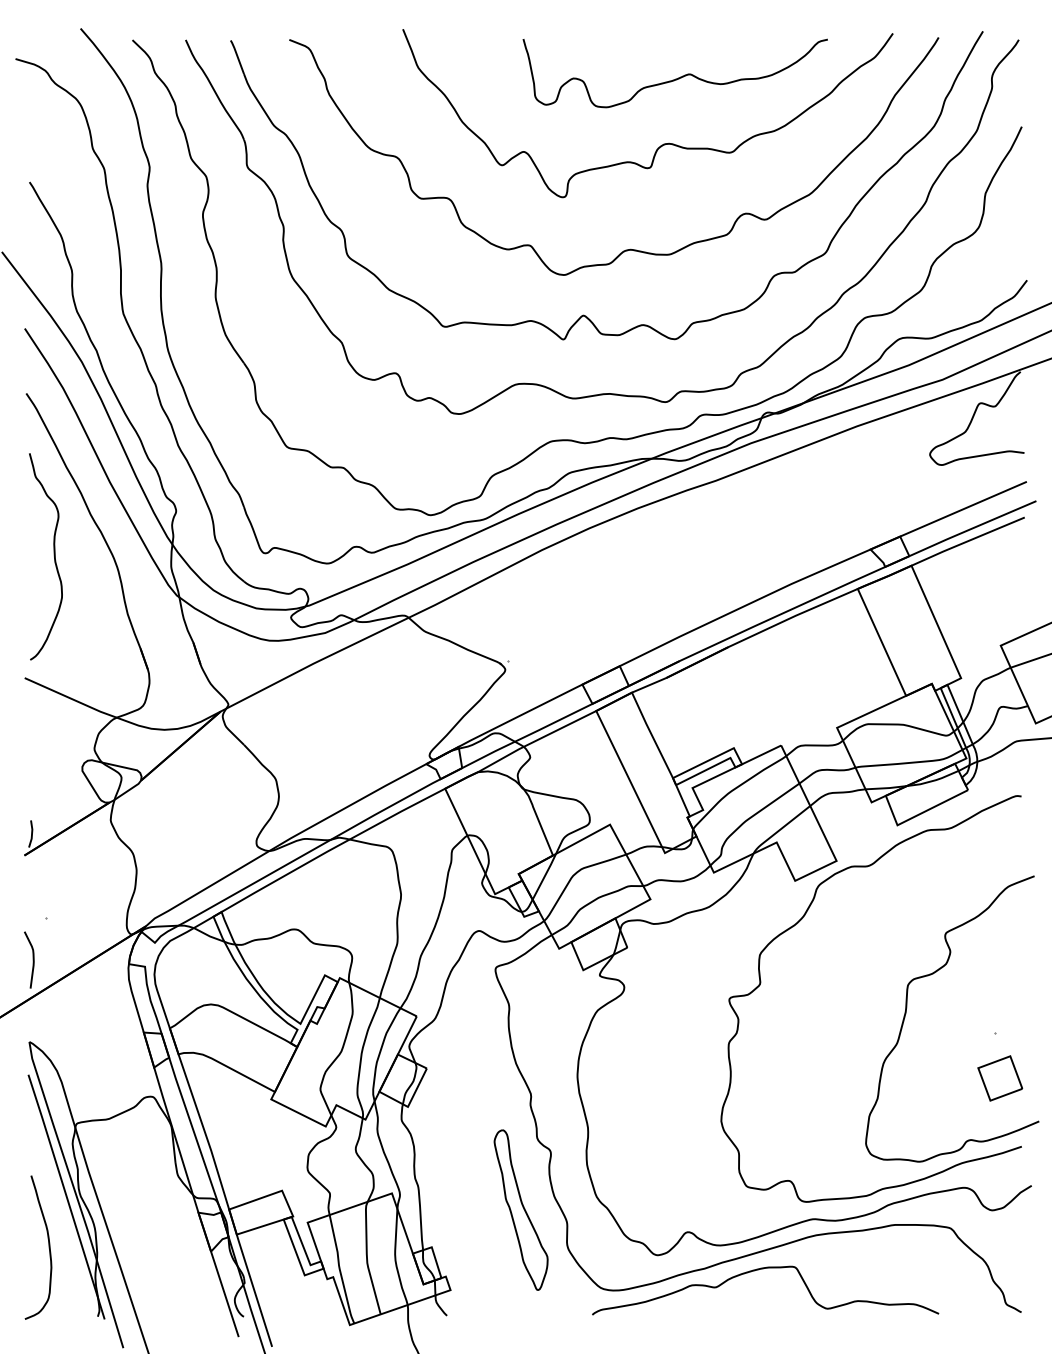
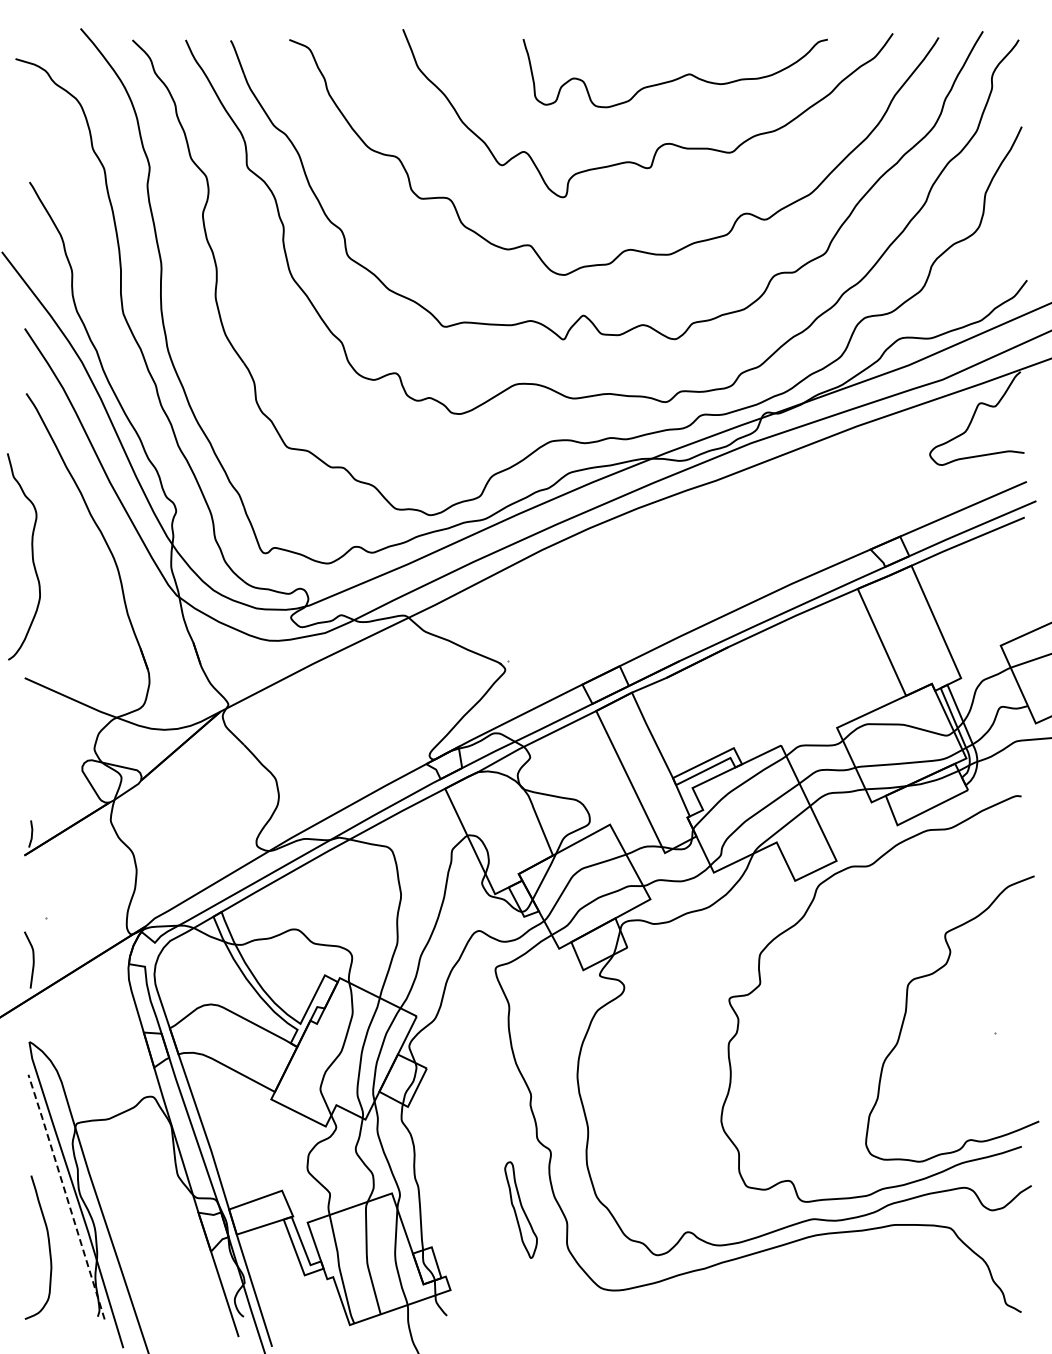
curve at (53, 555) position: (53, 555) -> (31, 555)
part at (1000, 1078): present -> none
line at (66, 1196): solid -> dashed
part at (520, 1209) size: 56x162 px -> 34x98 px
curve at (763, 1269): present -> none
